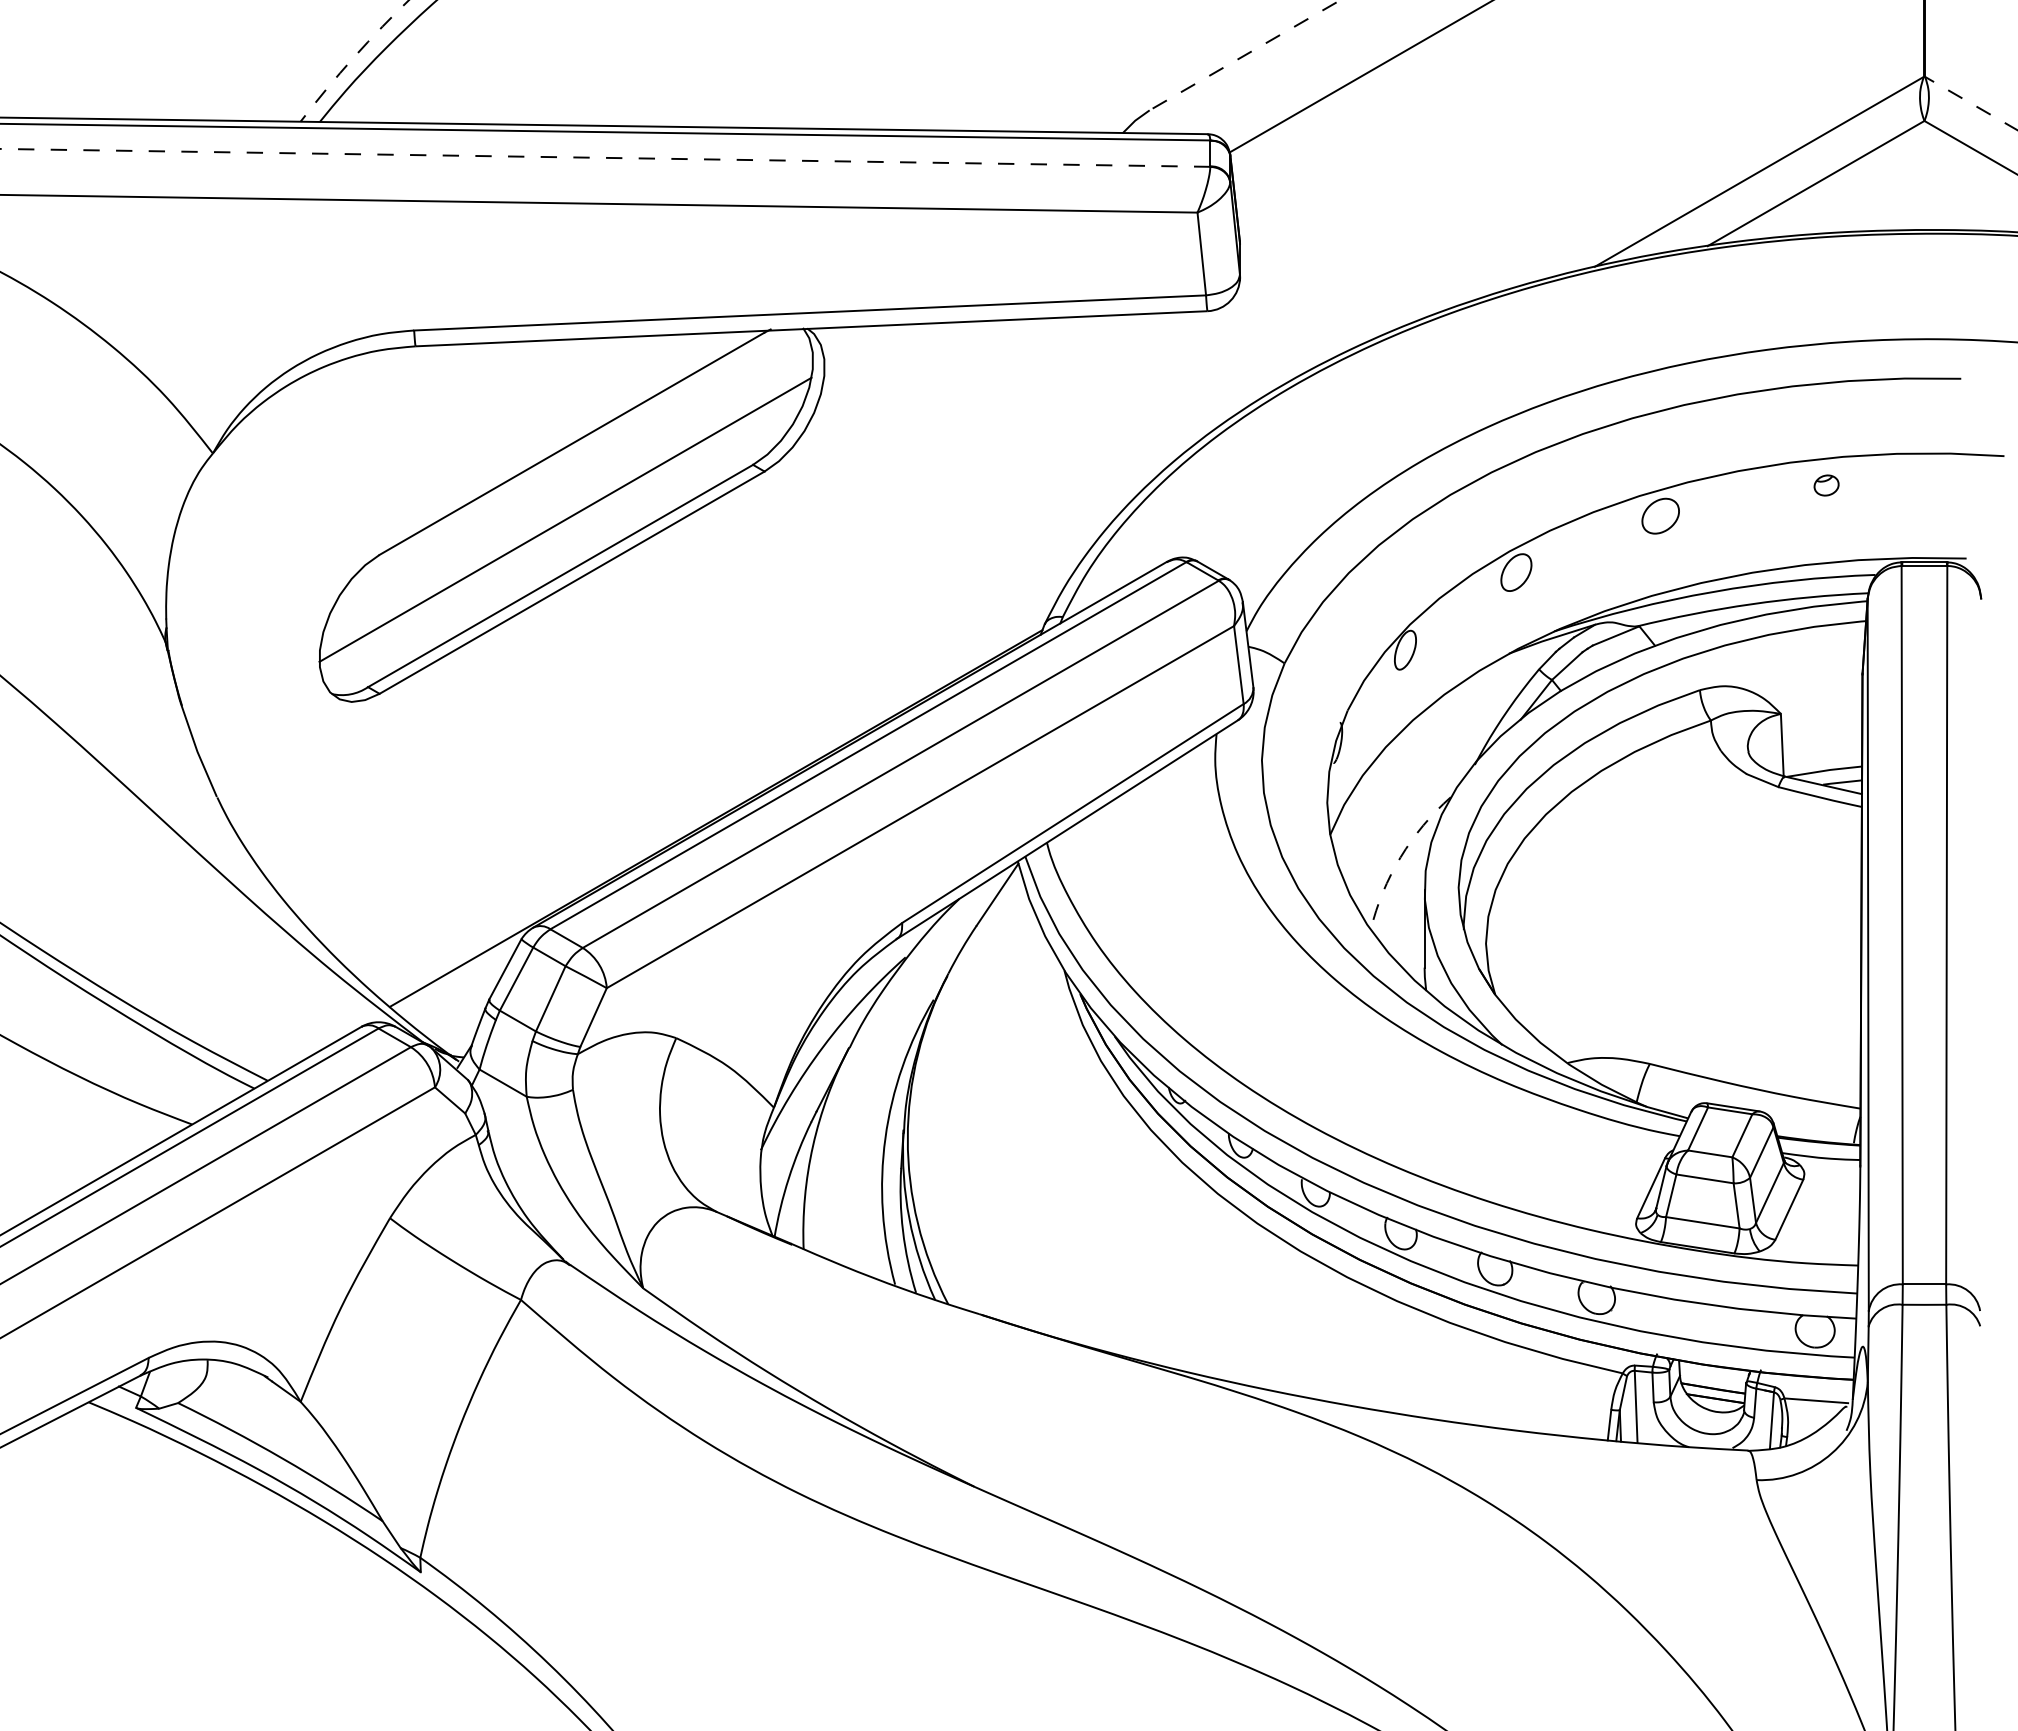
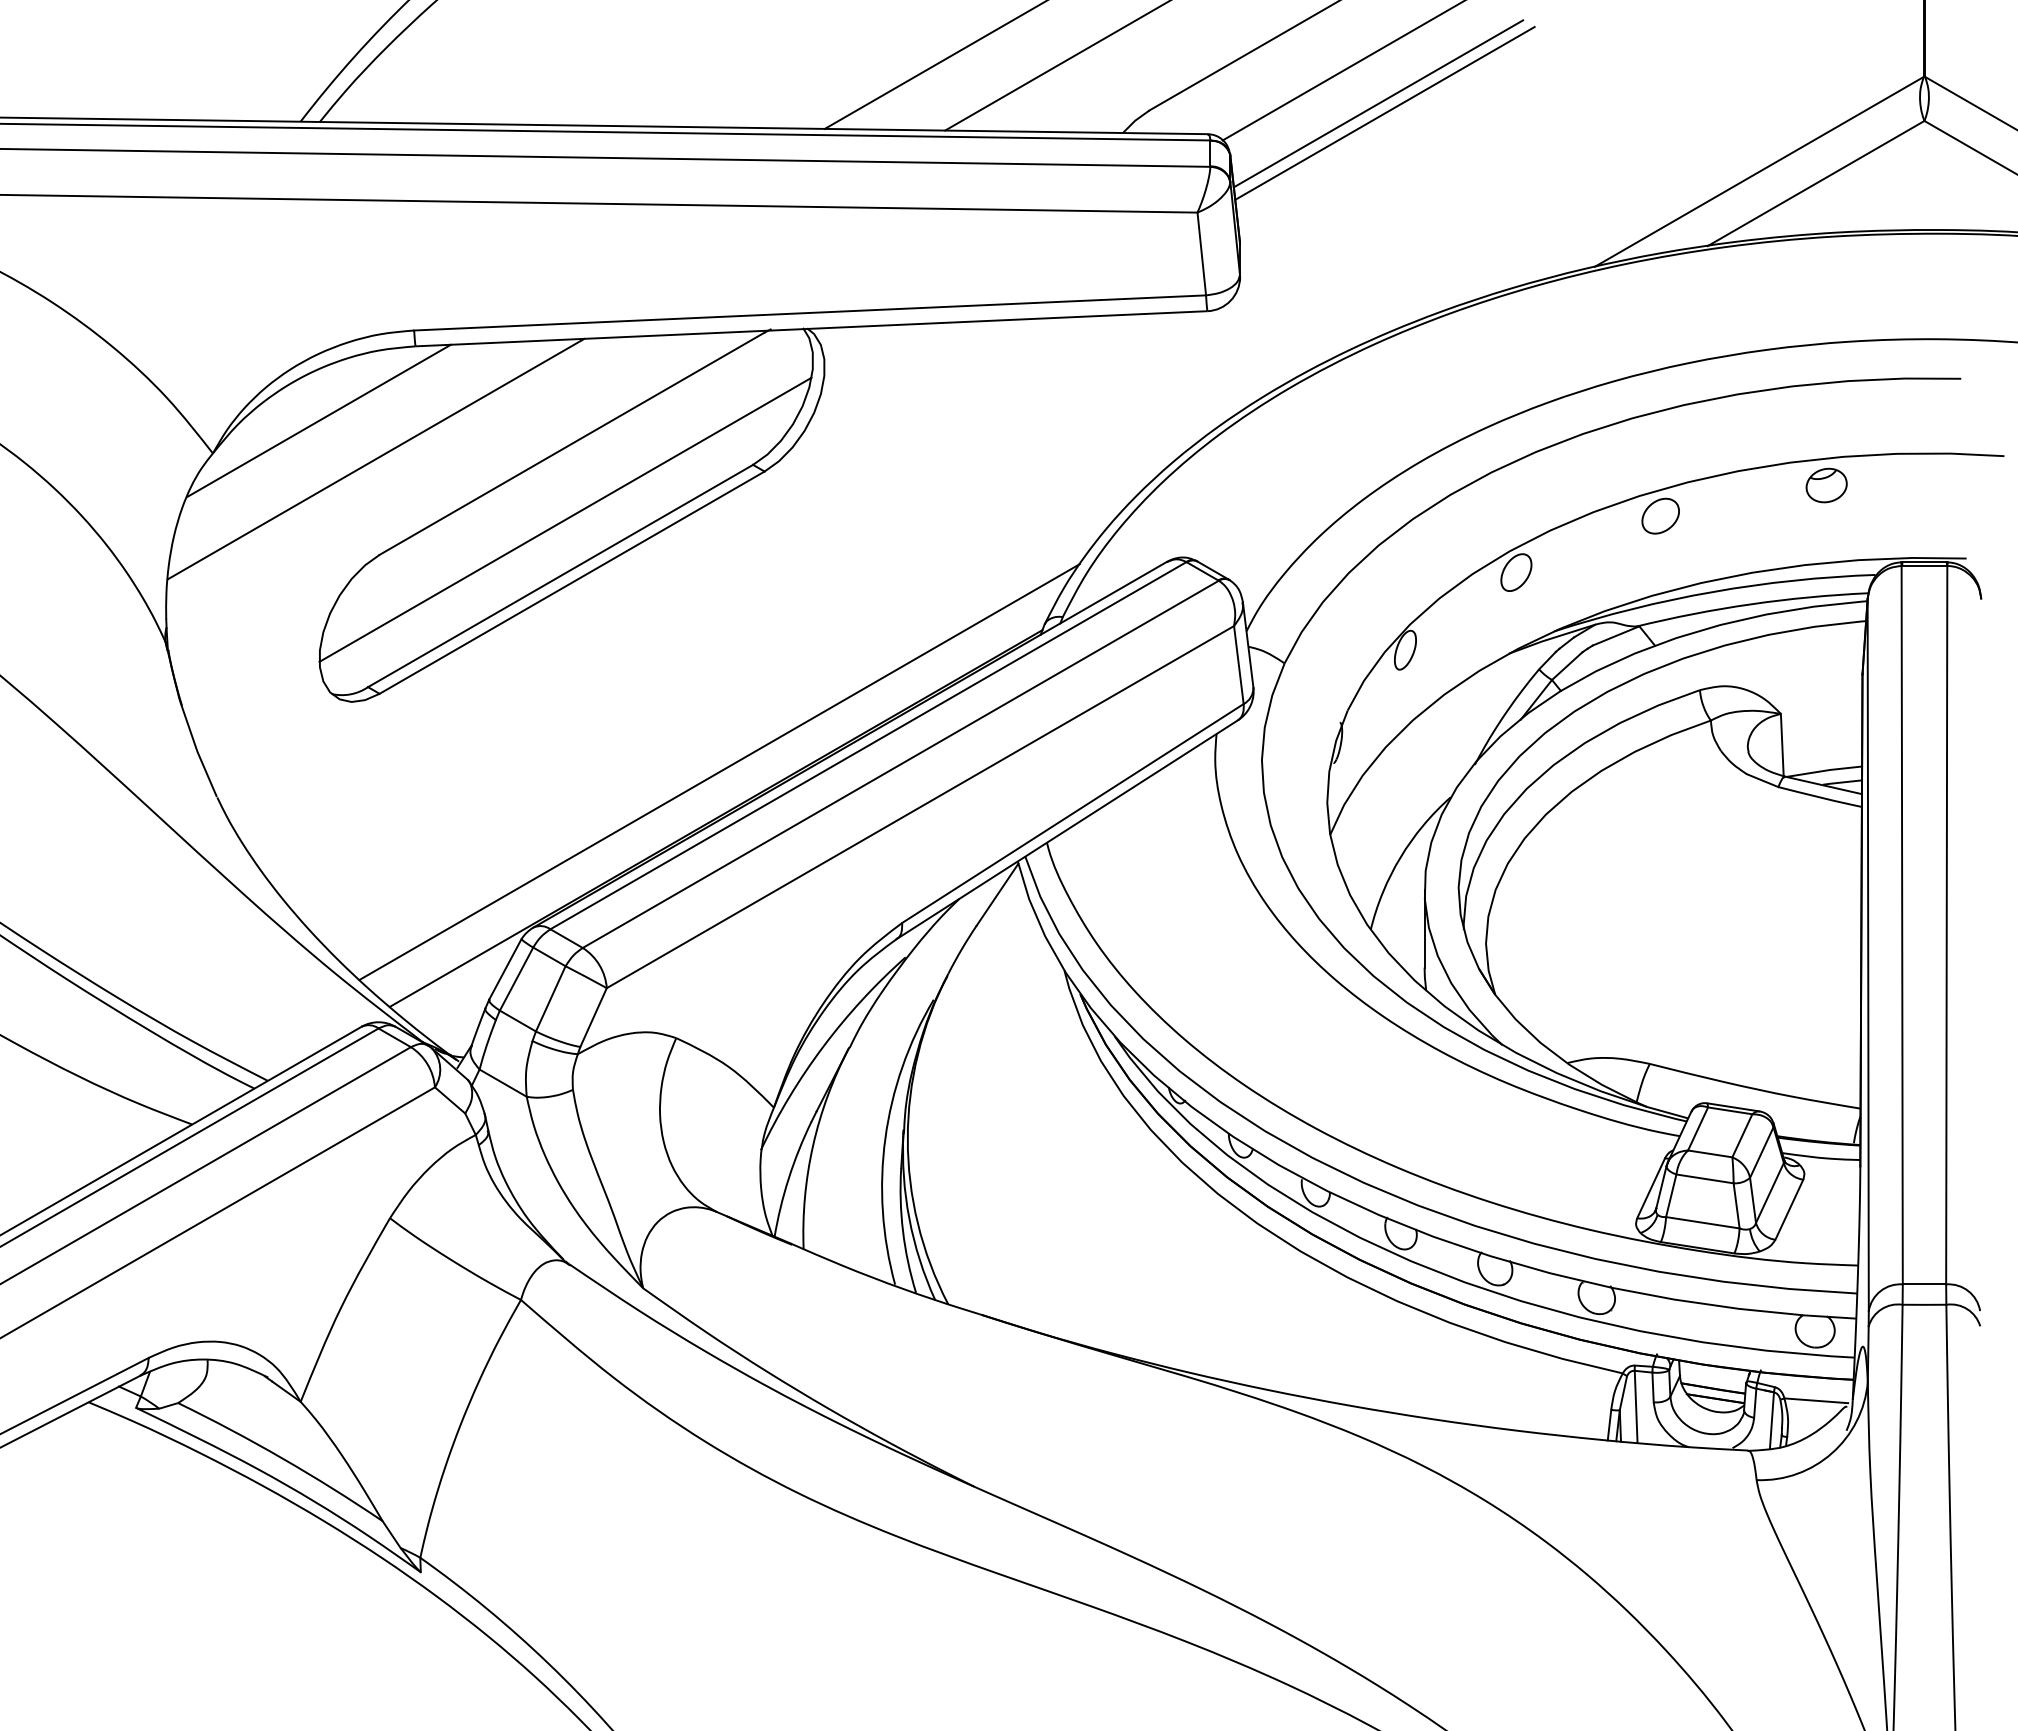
line at (1244, 55): dashed -> solid
arc at (352, 58): dashed -> solid
line at (934, 65): none -> present
line at (1056, 66): none -> present
line at (1359, 77) position: (1359, 77) -> (1341, 71)
line at (1378, 103): none -> present
line at (1970, 103): dashed -> solid
line at (1384, 113): none -> present
line at (604, 157): dashed -> solid
line at (318, 420): none -> present
line at (375, 458): none -> present
part at (1826, 485) size: 27x23 px -> 43x37 px
line at (719, 772): none -> present
arc at (1400, 857): dashed -> solid
